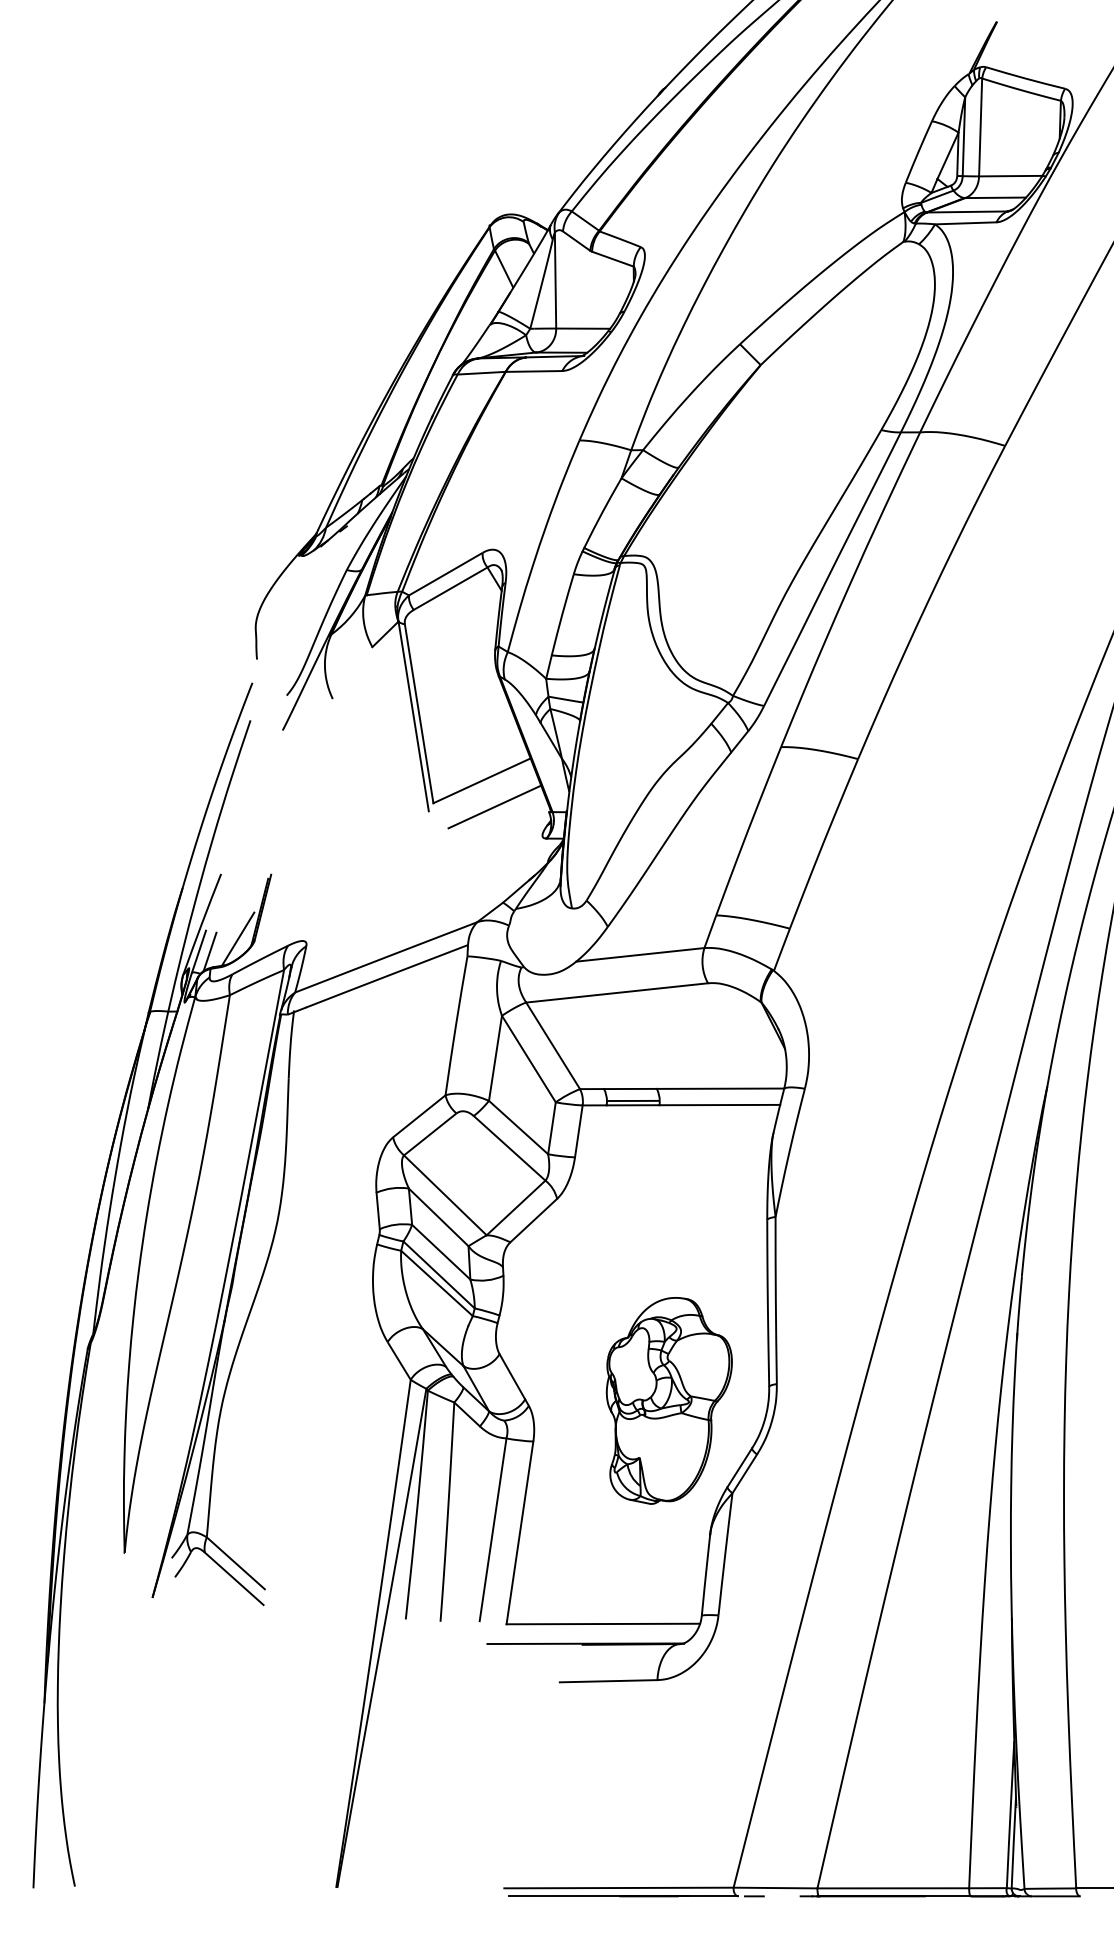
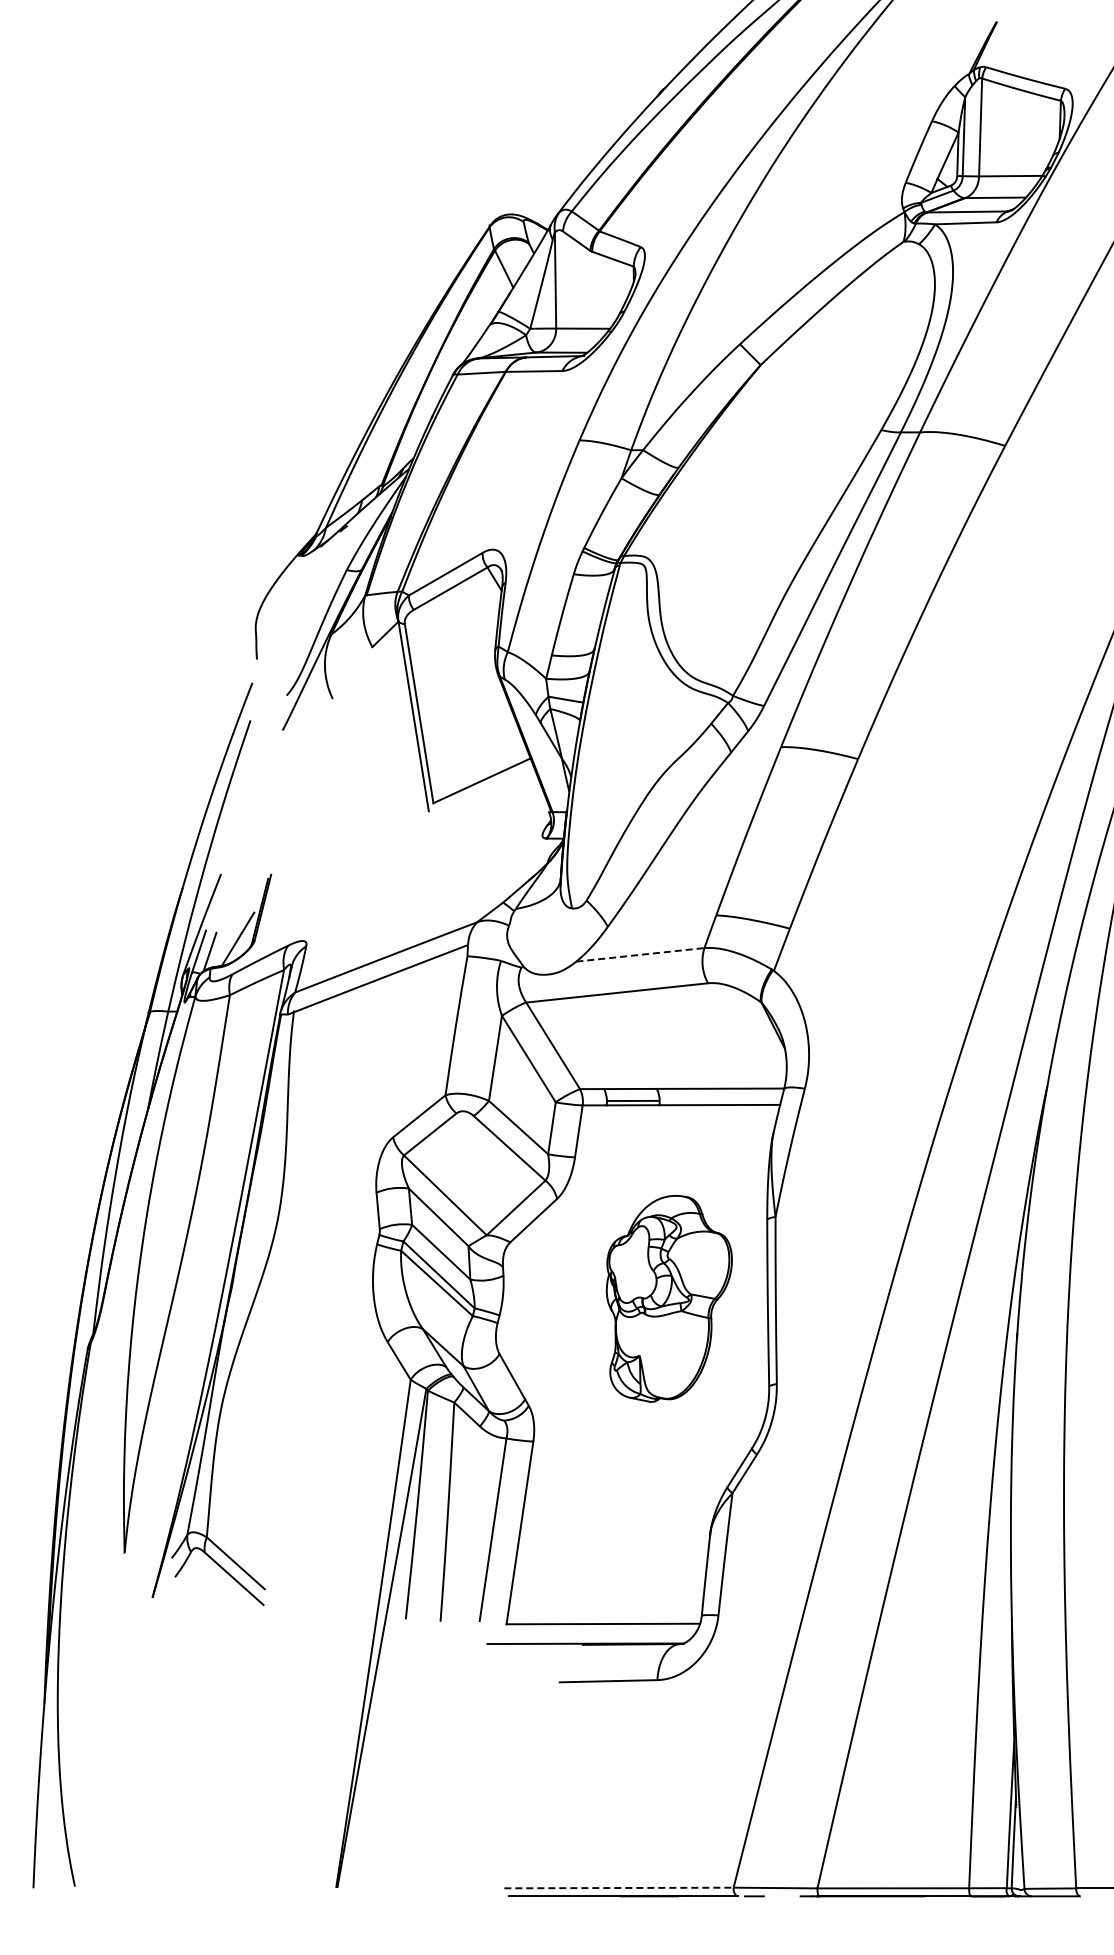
line at (494, 806): present -> none
line at (640, 954): solid -> dashed
part at (668, 1400) position: (668, 1400) -> (668, 1298)
line at (618, 1888): solid -> dashed
